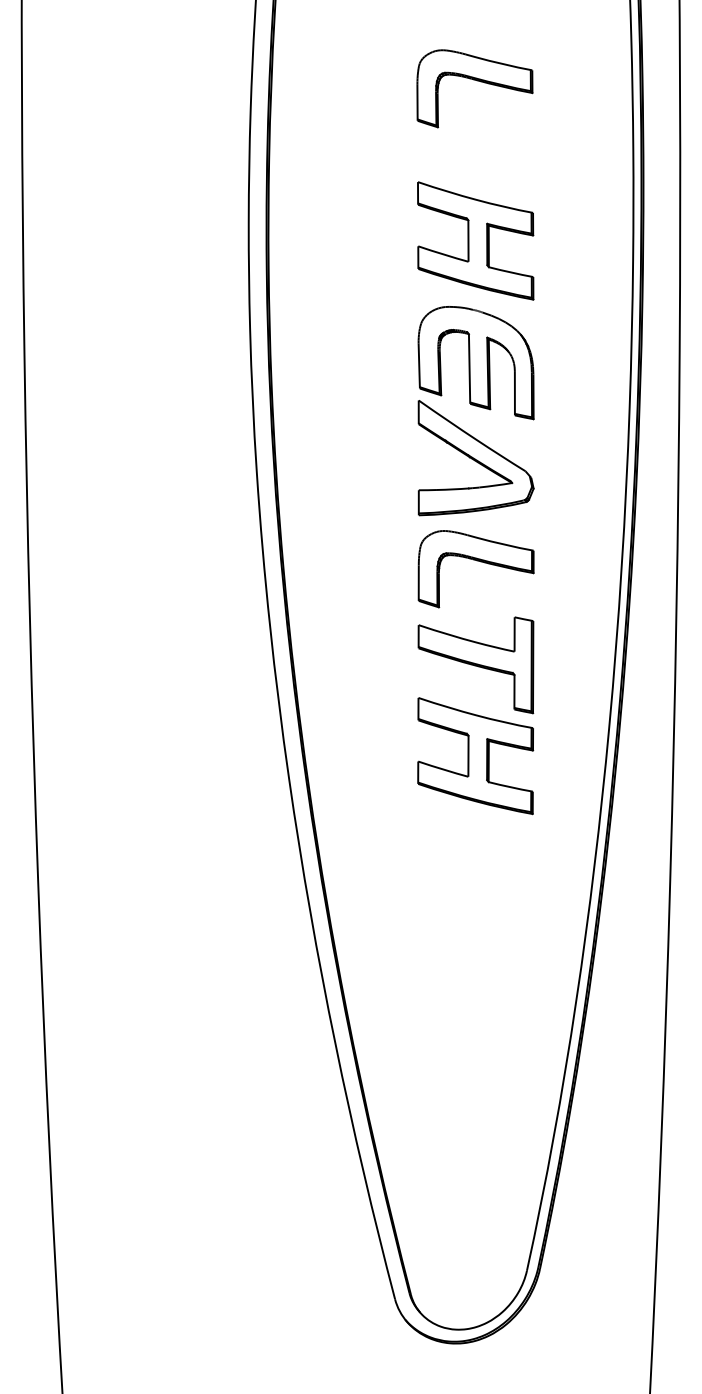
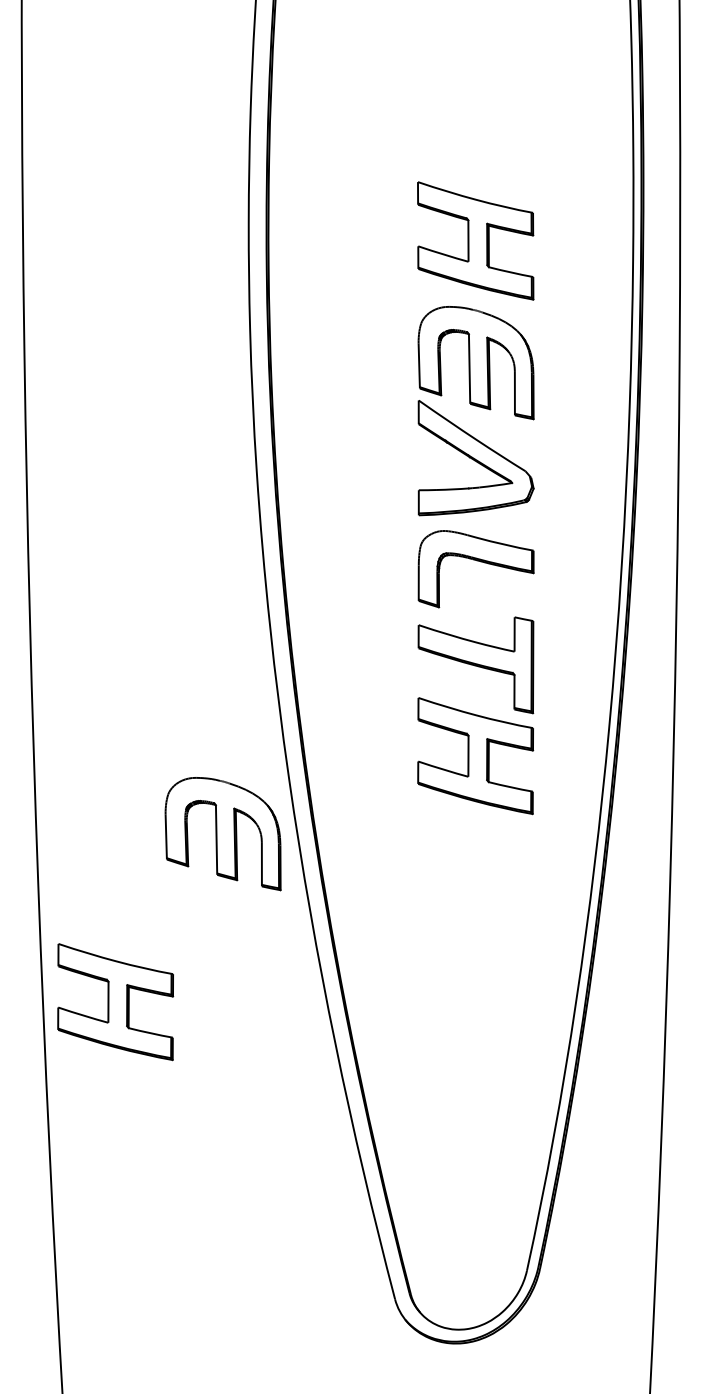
part at (477, 81): present -> none
part at (222, 834): none -> present
part at (115, 1002): none -> present
